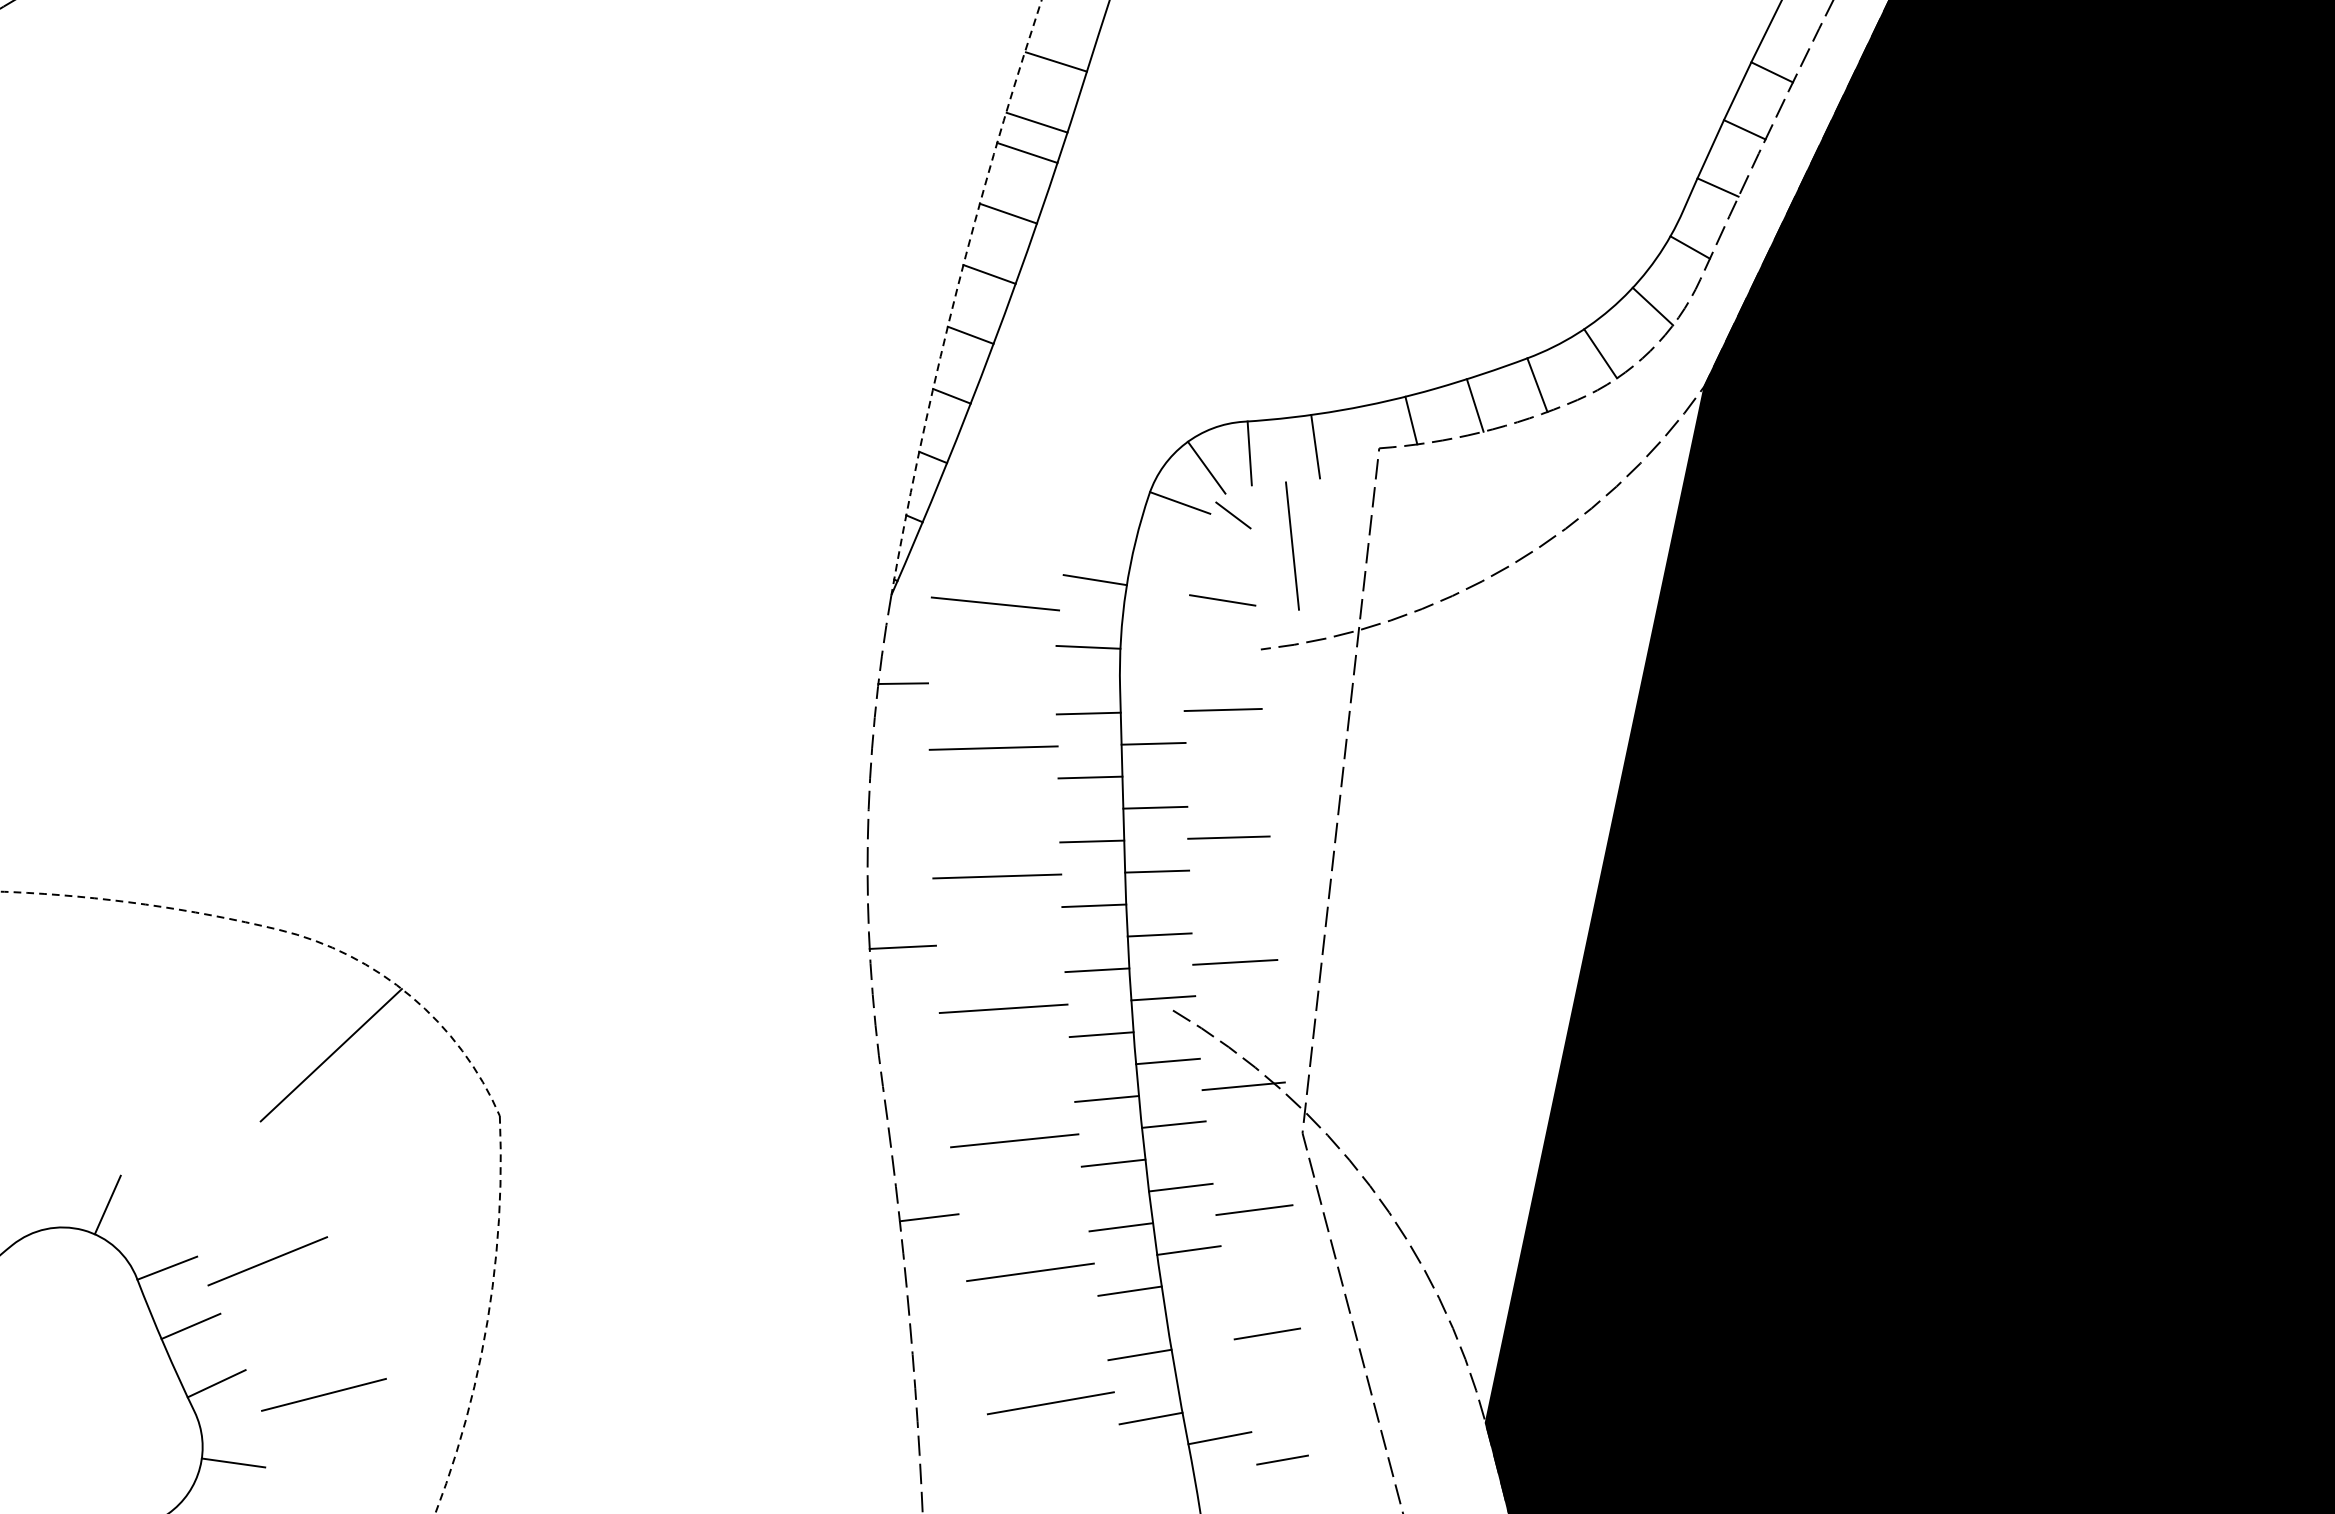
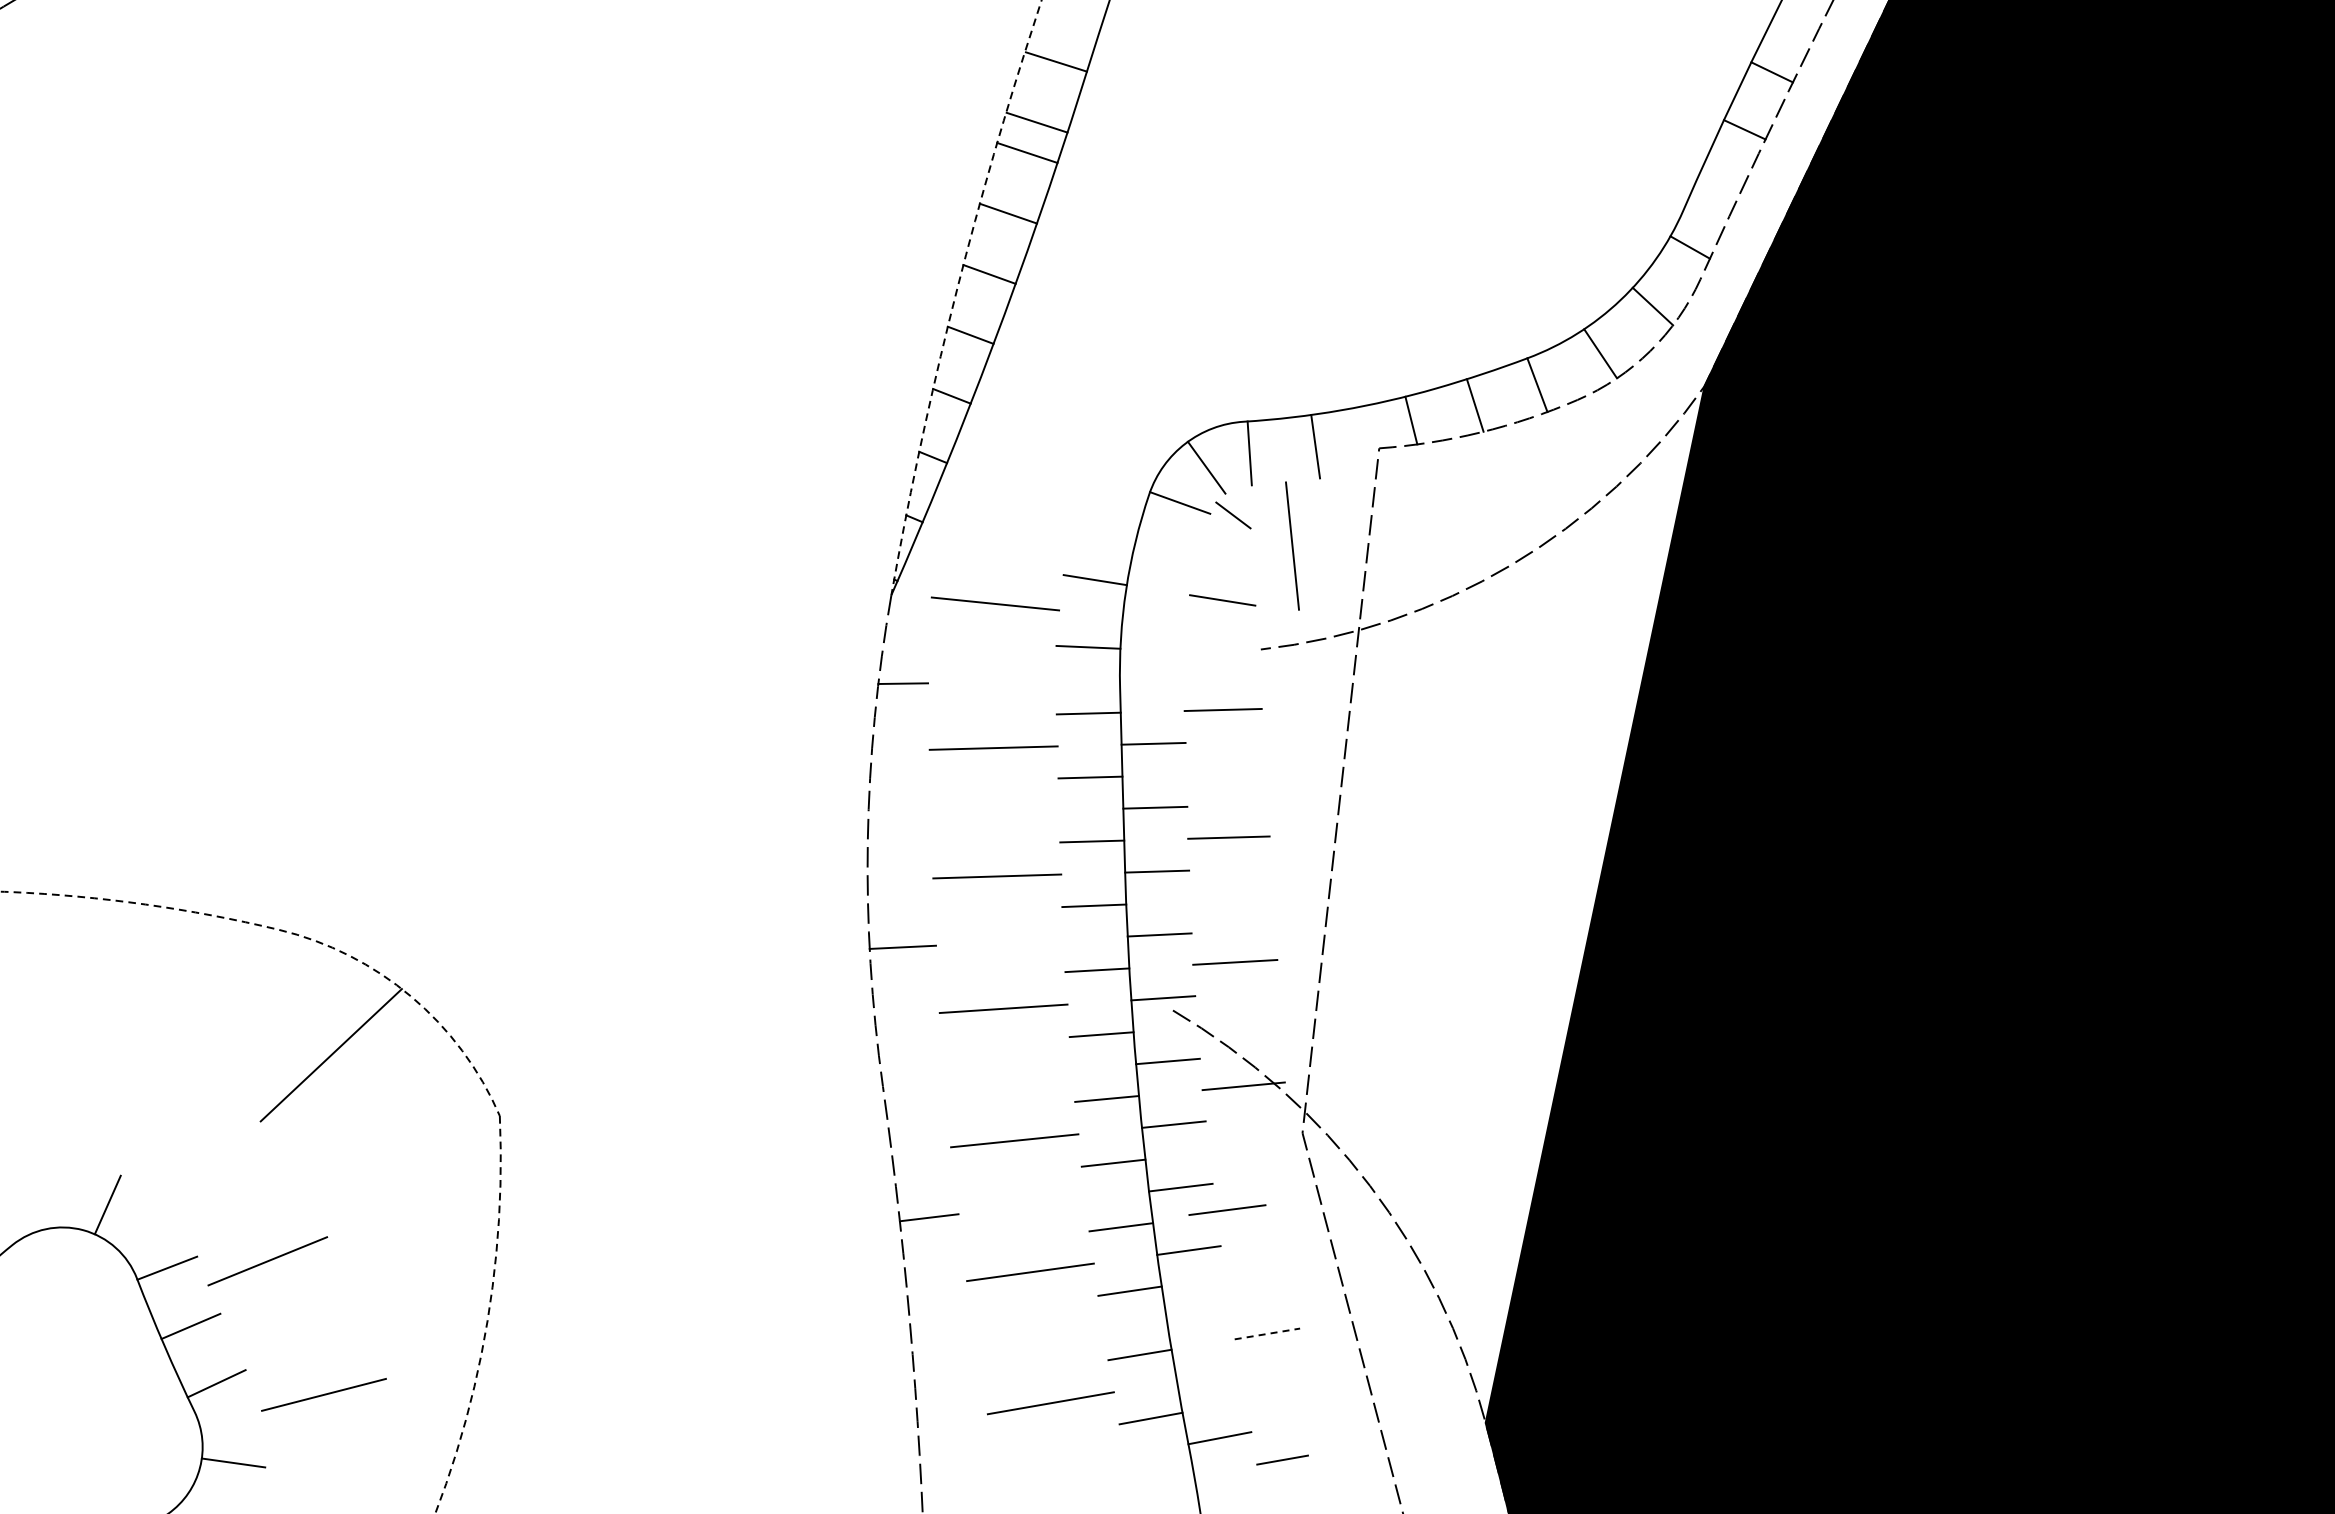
line at (1717, 187): present -> none
line at (1254, 1209) position: (1254, 1209) -> (1227, 1209)
line at (1267, 1333): solid -> dashed
